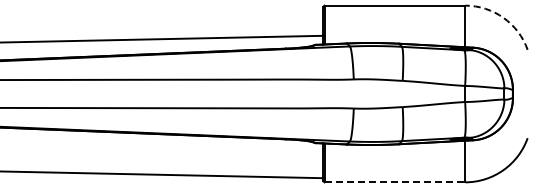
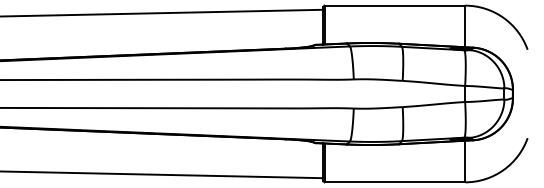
arc at (503, 17): dashed -> solid
line at (163, 38) position: (163, 38) -> (162, 12)
line at (395, 182): dashed -> solid
